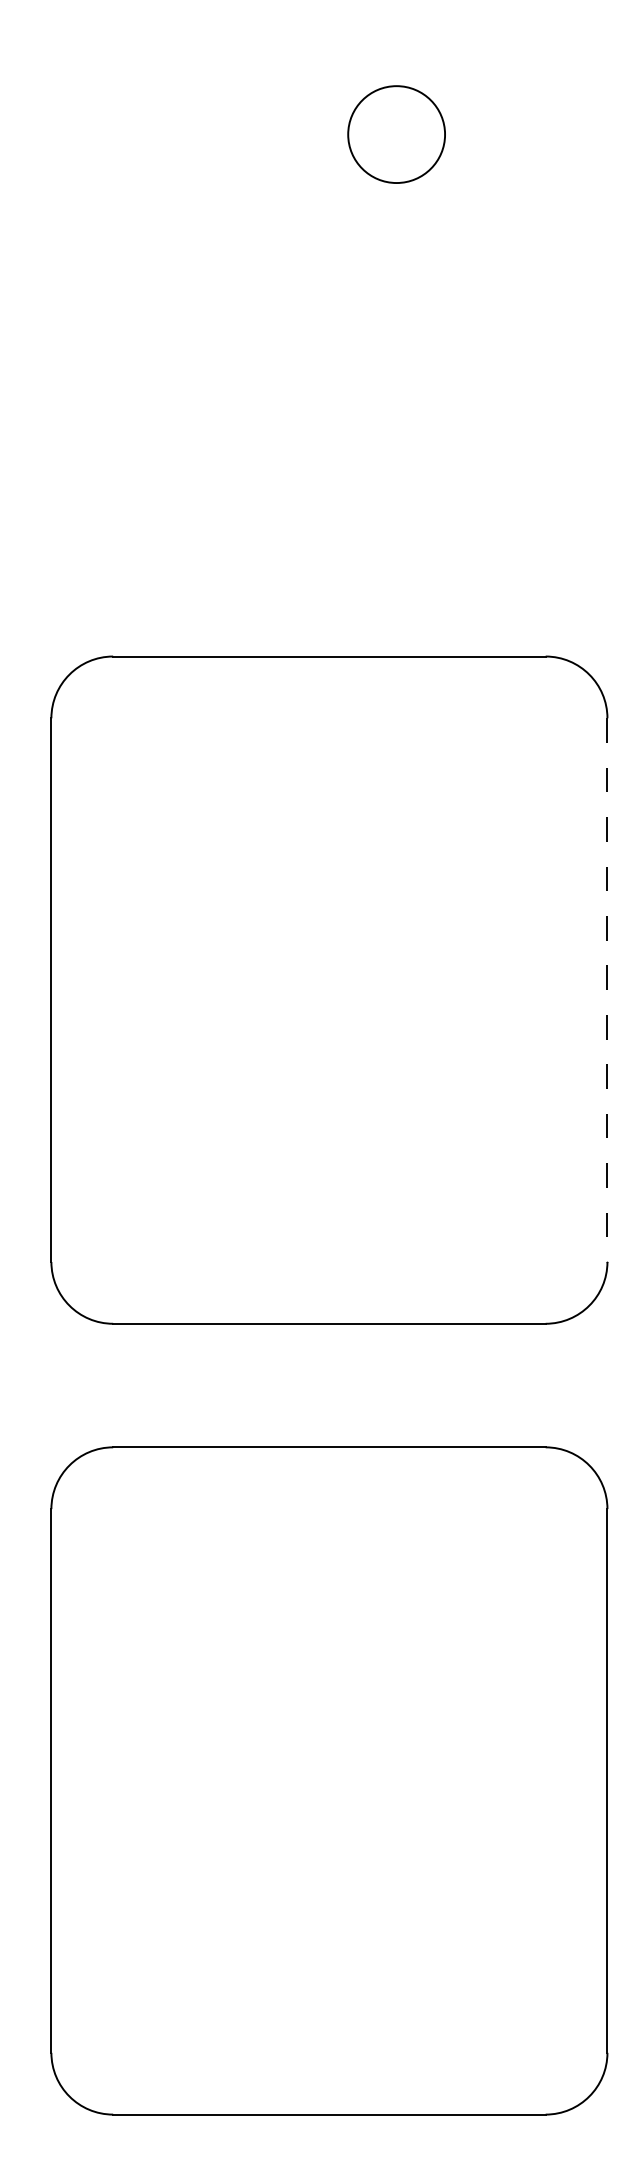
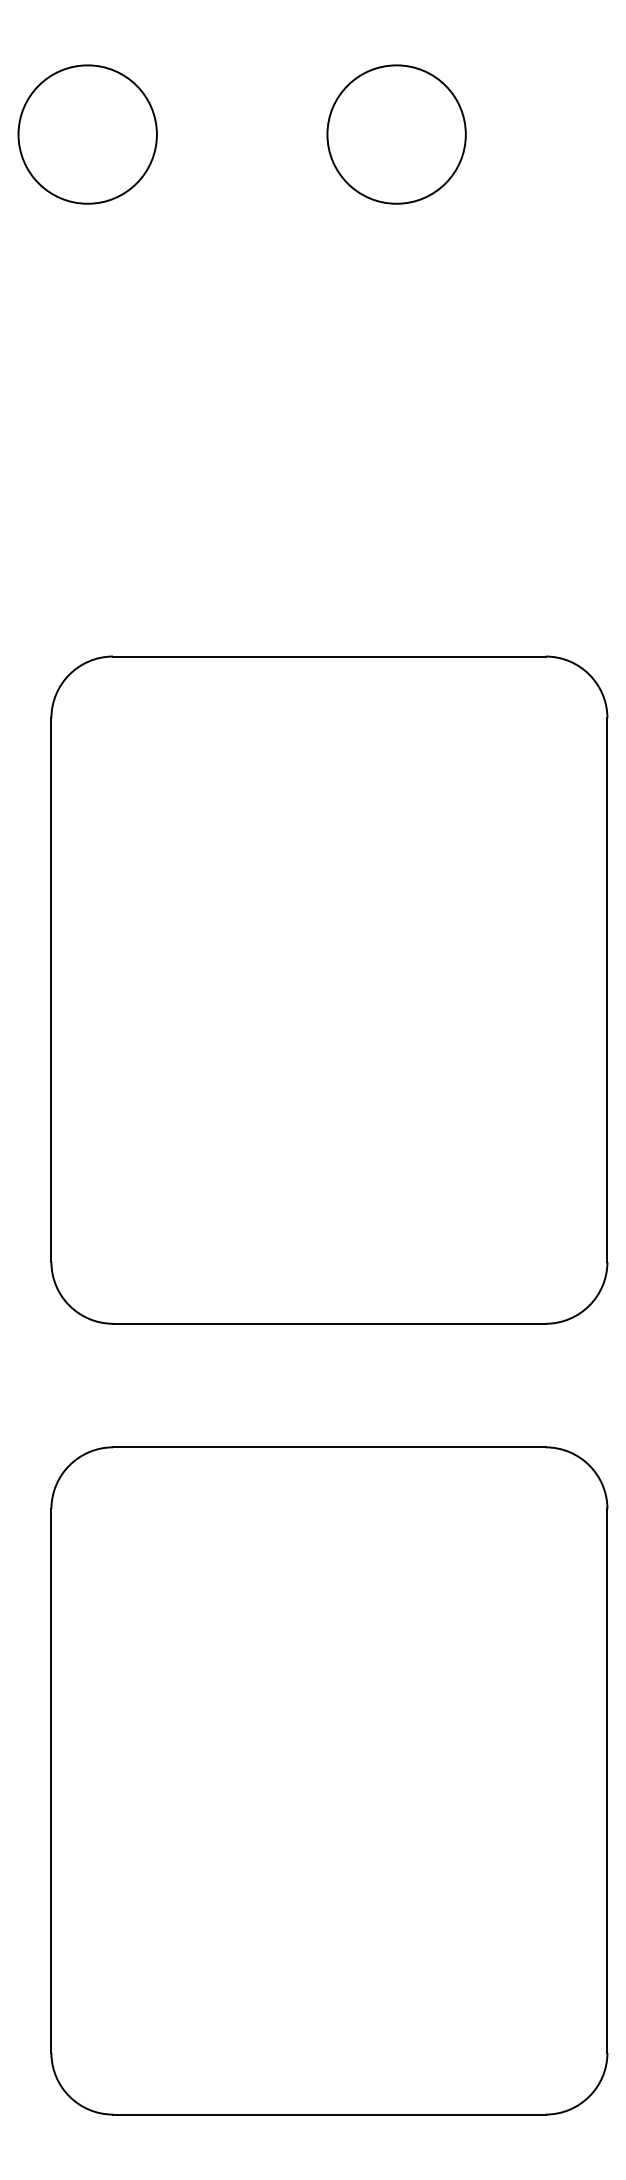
circle at (87, 134): none -> present
circle at (396, 134) diameter: 97 px -> 138 px
line at (607, 990): dashed -> solid
